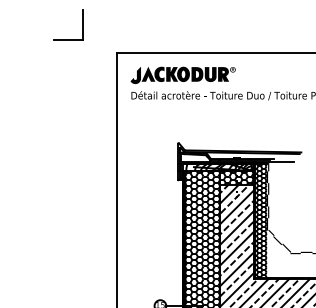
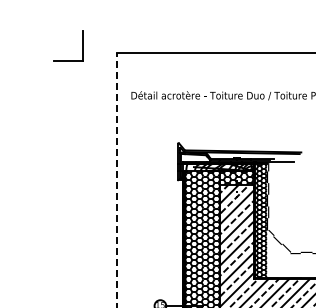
part at (82, 24) position: (82, 24) -> (82, 45)
part at (182, 74): present -> none
line at (117, 179): solid -> dashed
